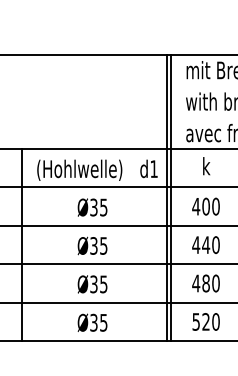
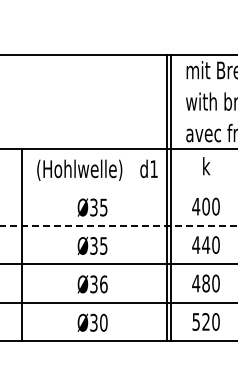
line at (118, 187): present -> none
line at (118, 225): solid -> dashed
text at (103, 284): Ø35 -> Ø36
text at (103, 322): Ø35 -> Ø30
